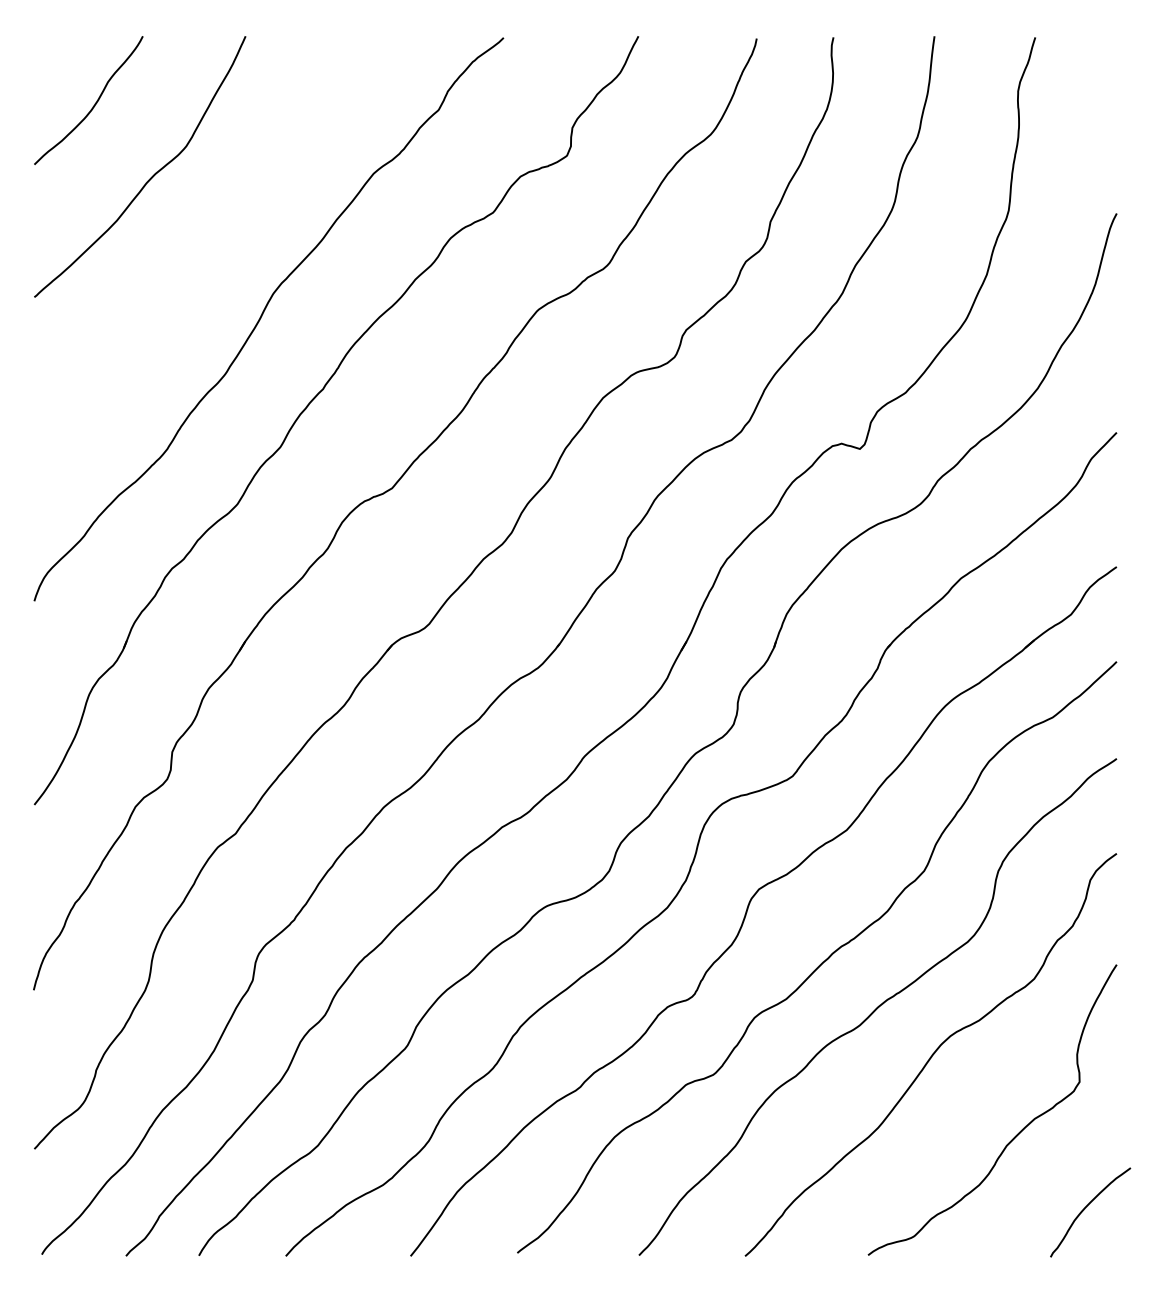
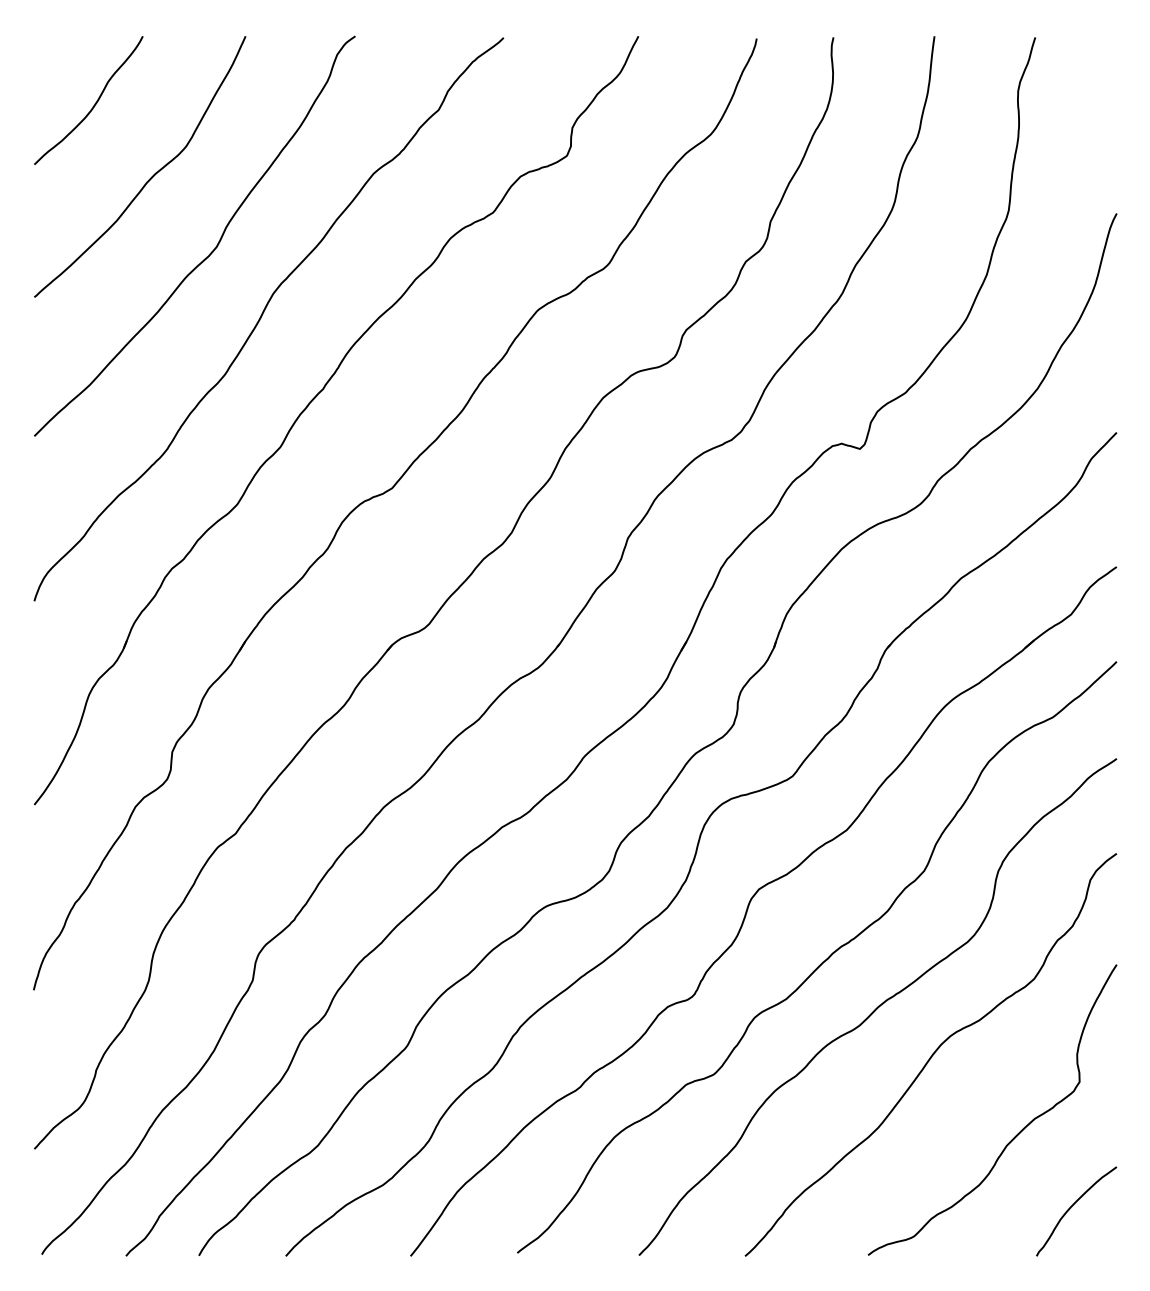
curve at (211, 251): none -> present
curve at (1084, 1210) position: (1084, 1210) -> (1070, 1209)
